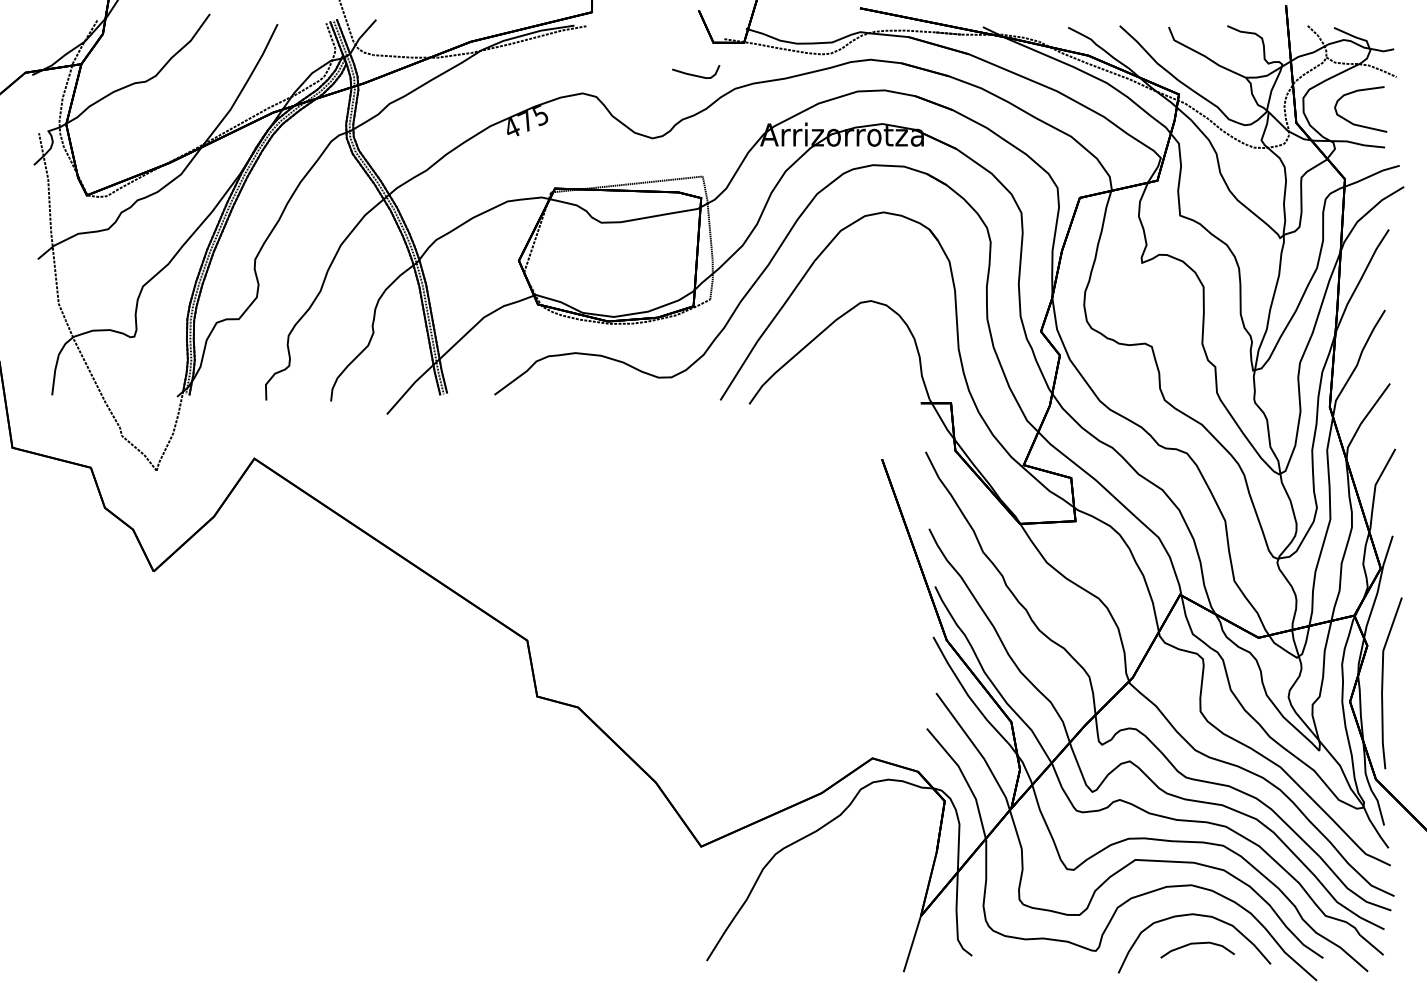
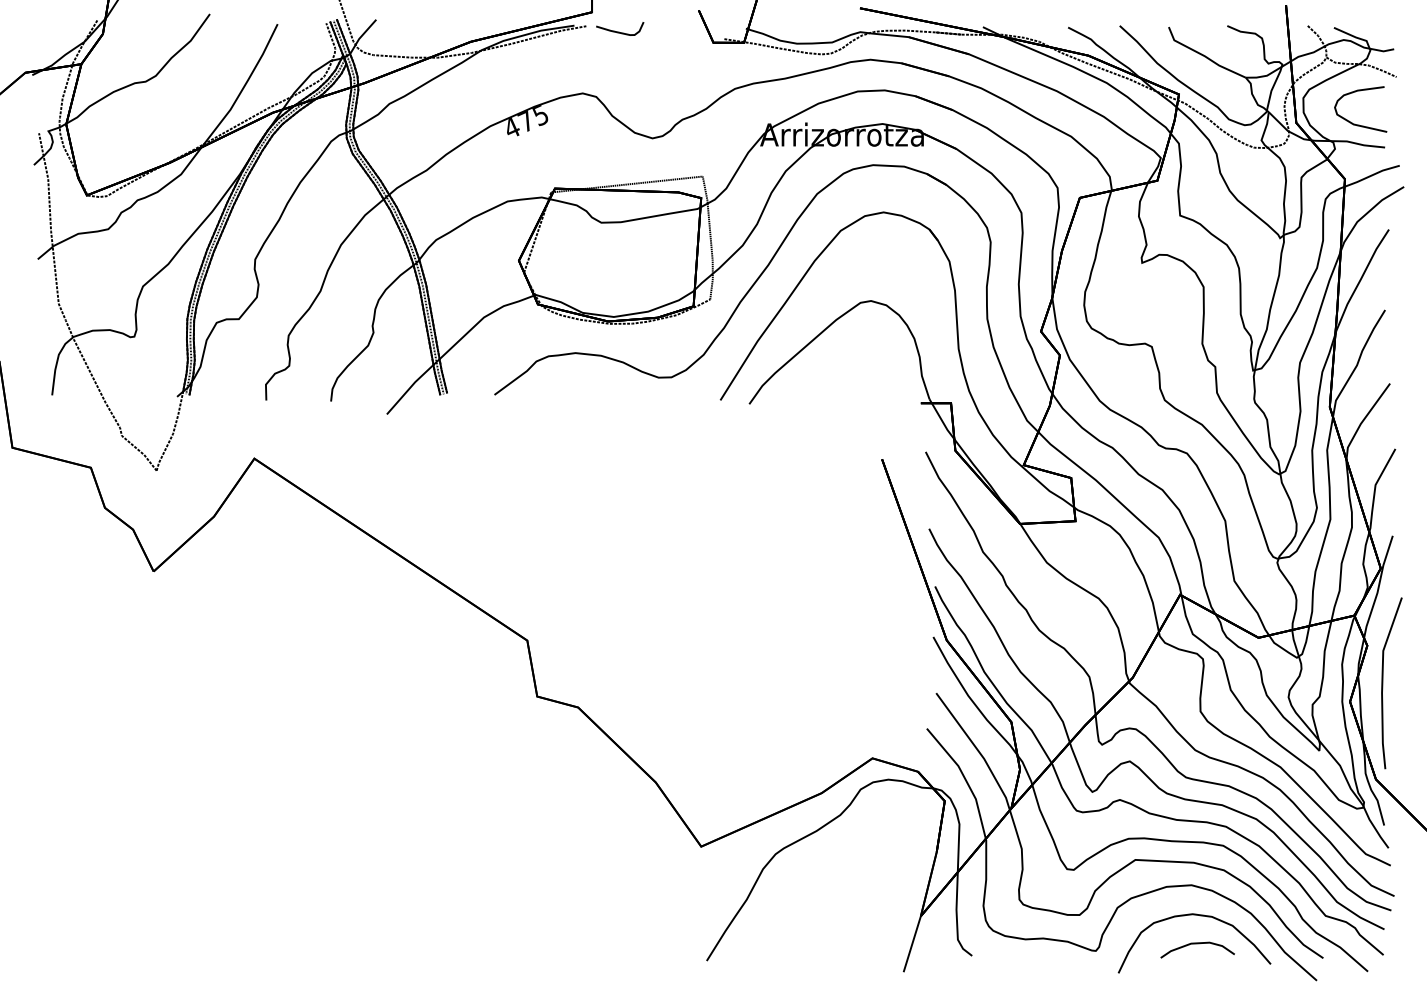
curve at (695, 74) position: (695, 74) -> (619, 31)
